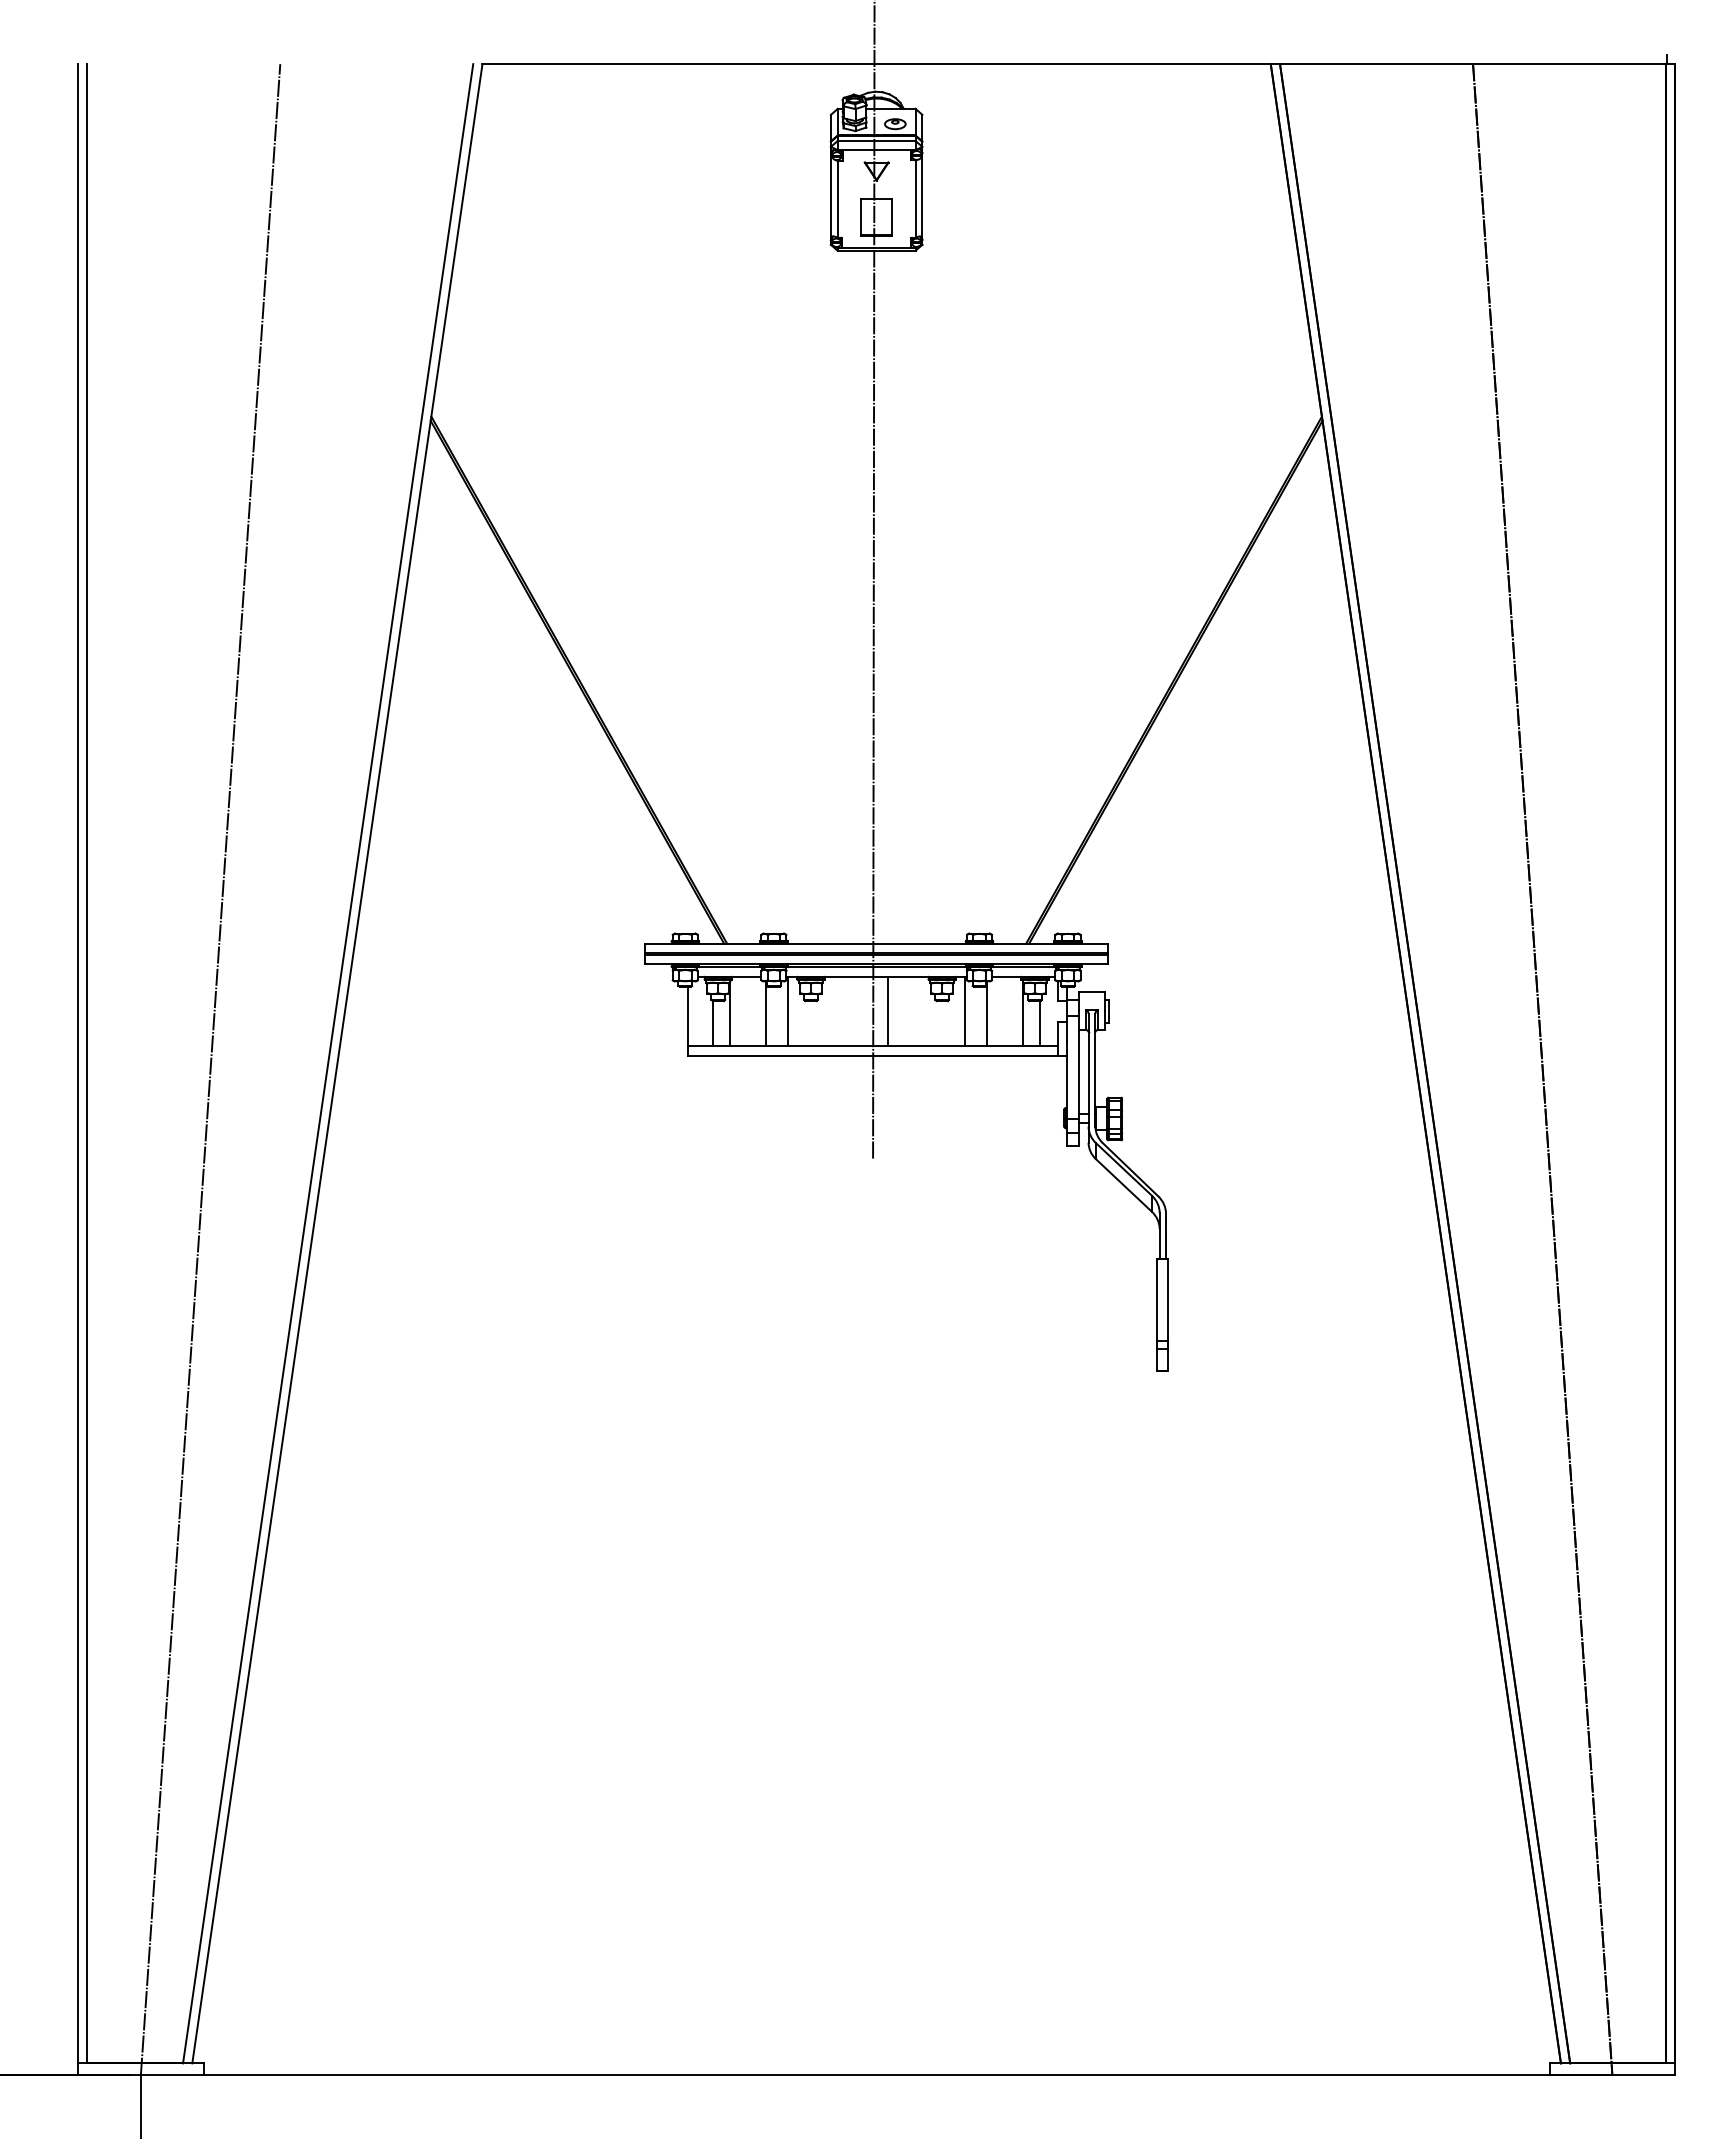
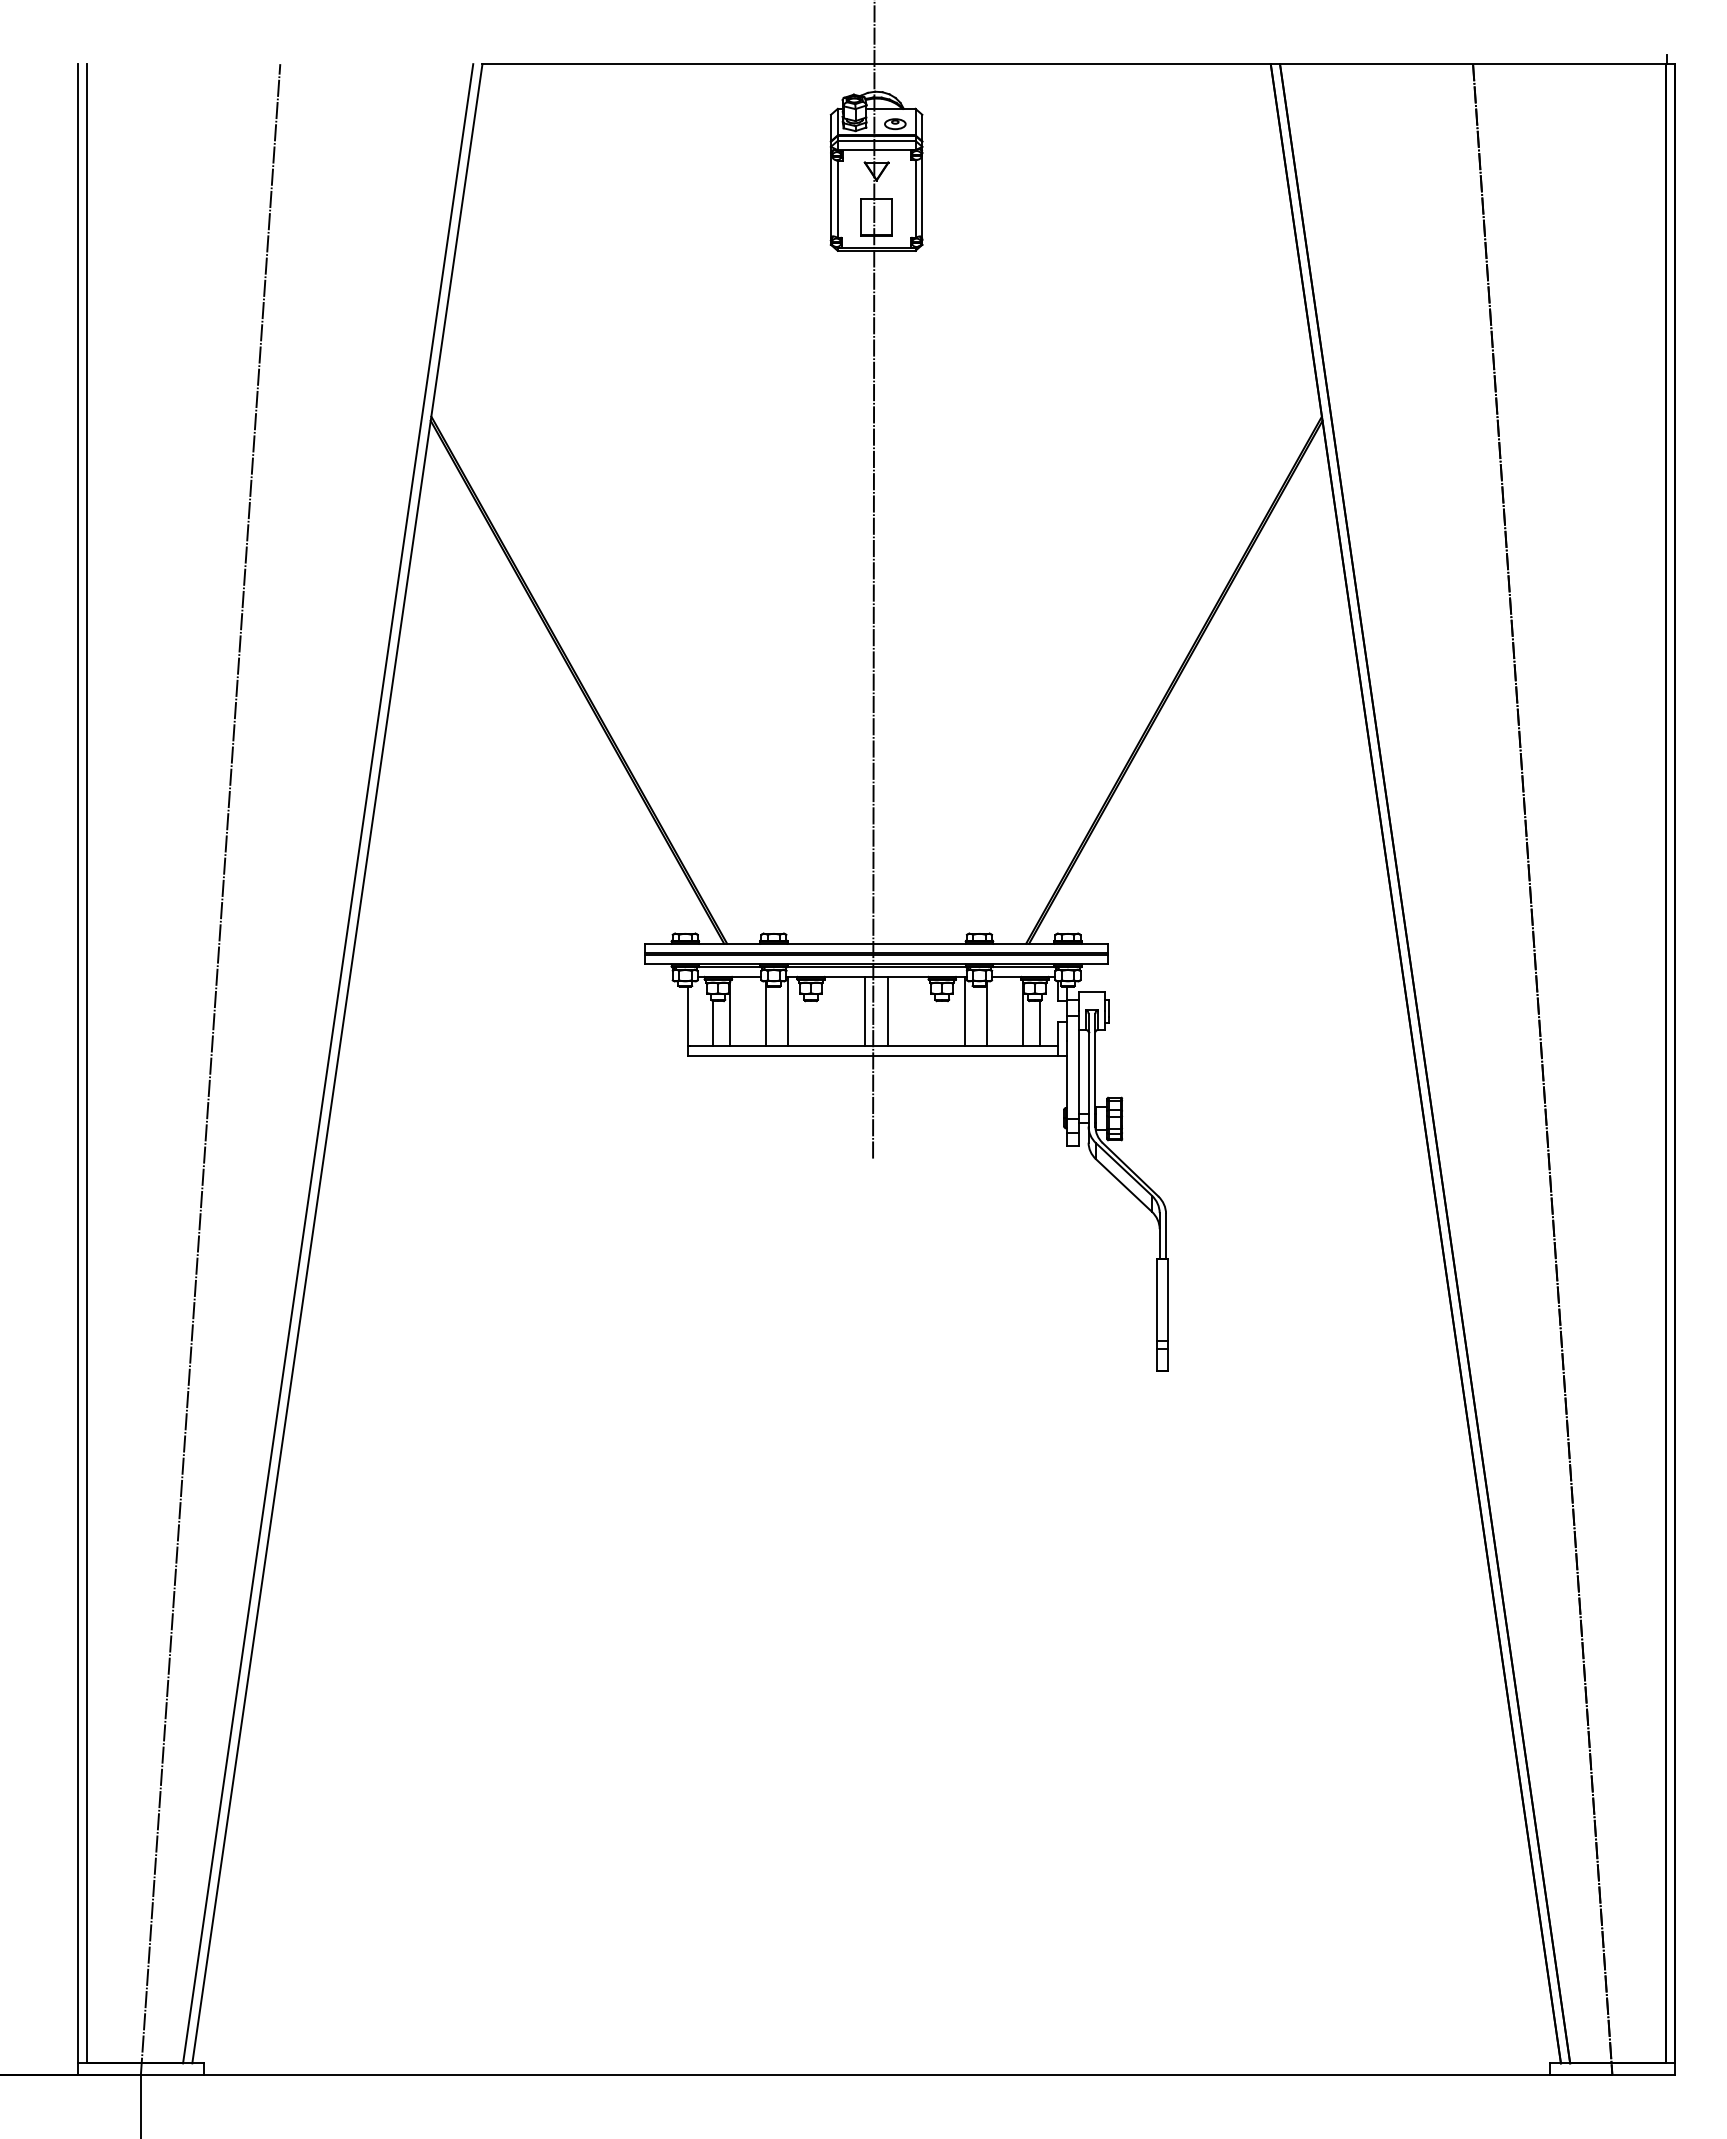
line at (865, 1010): none -> present
